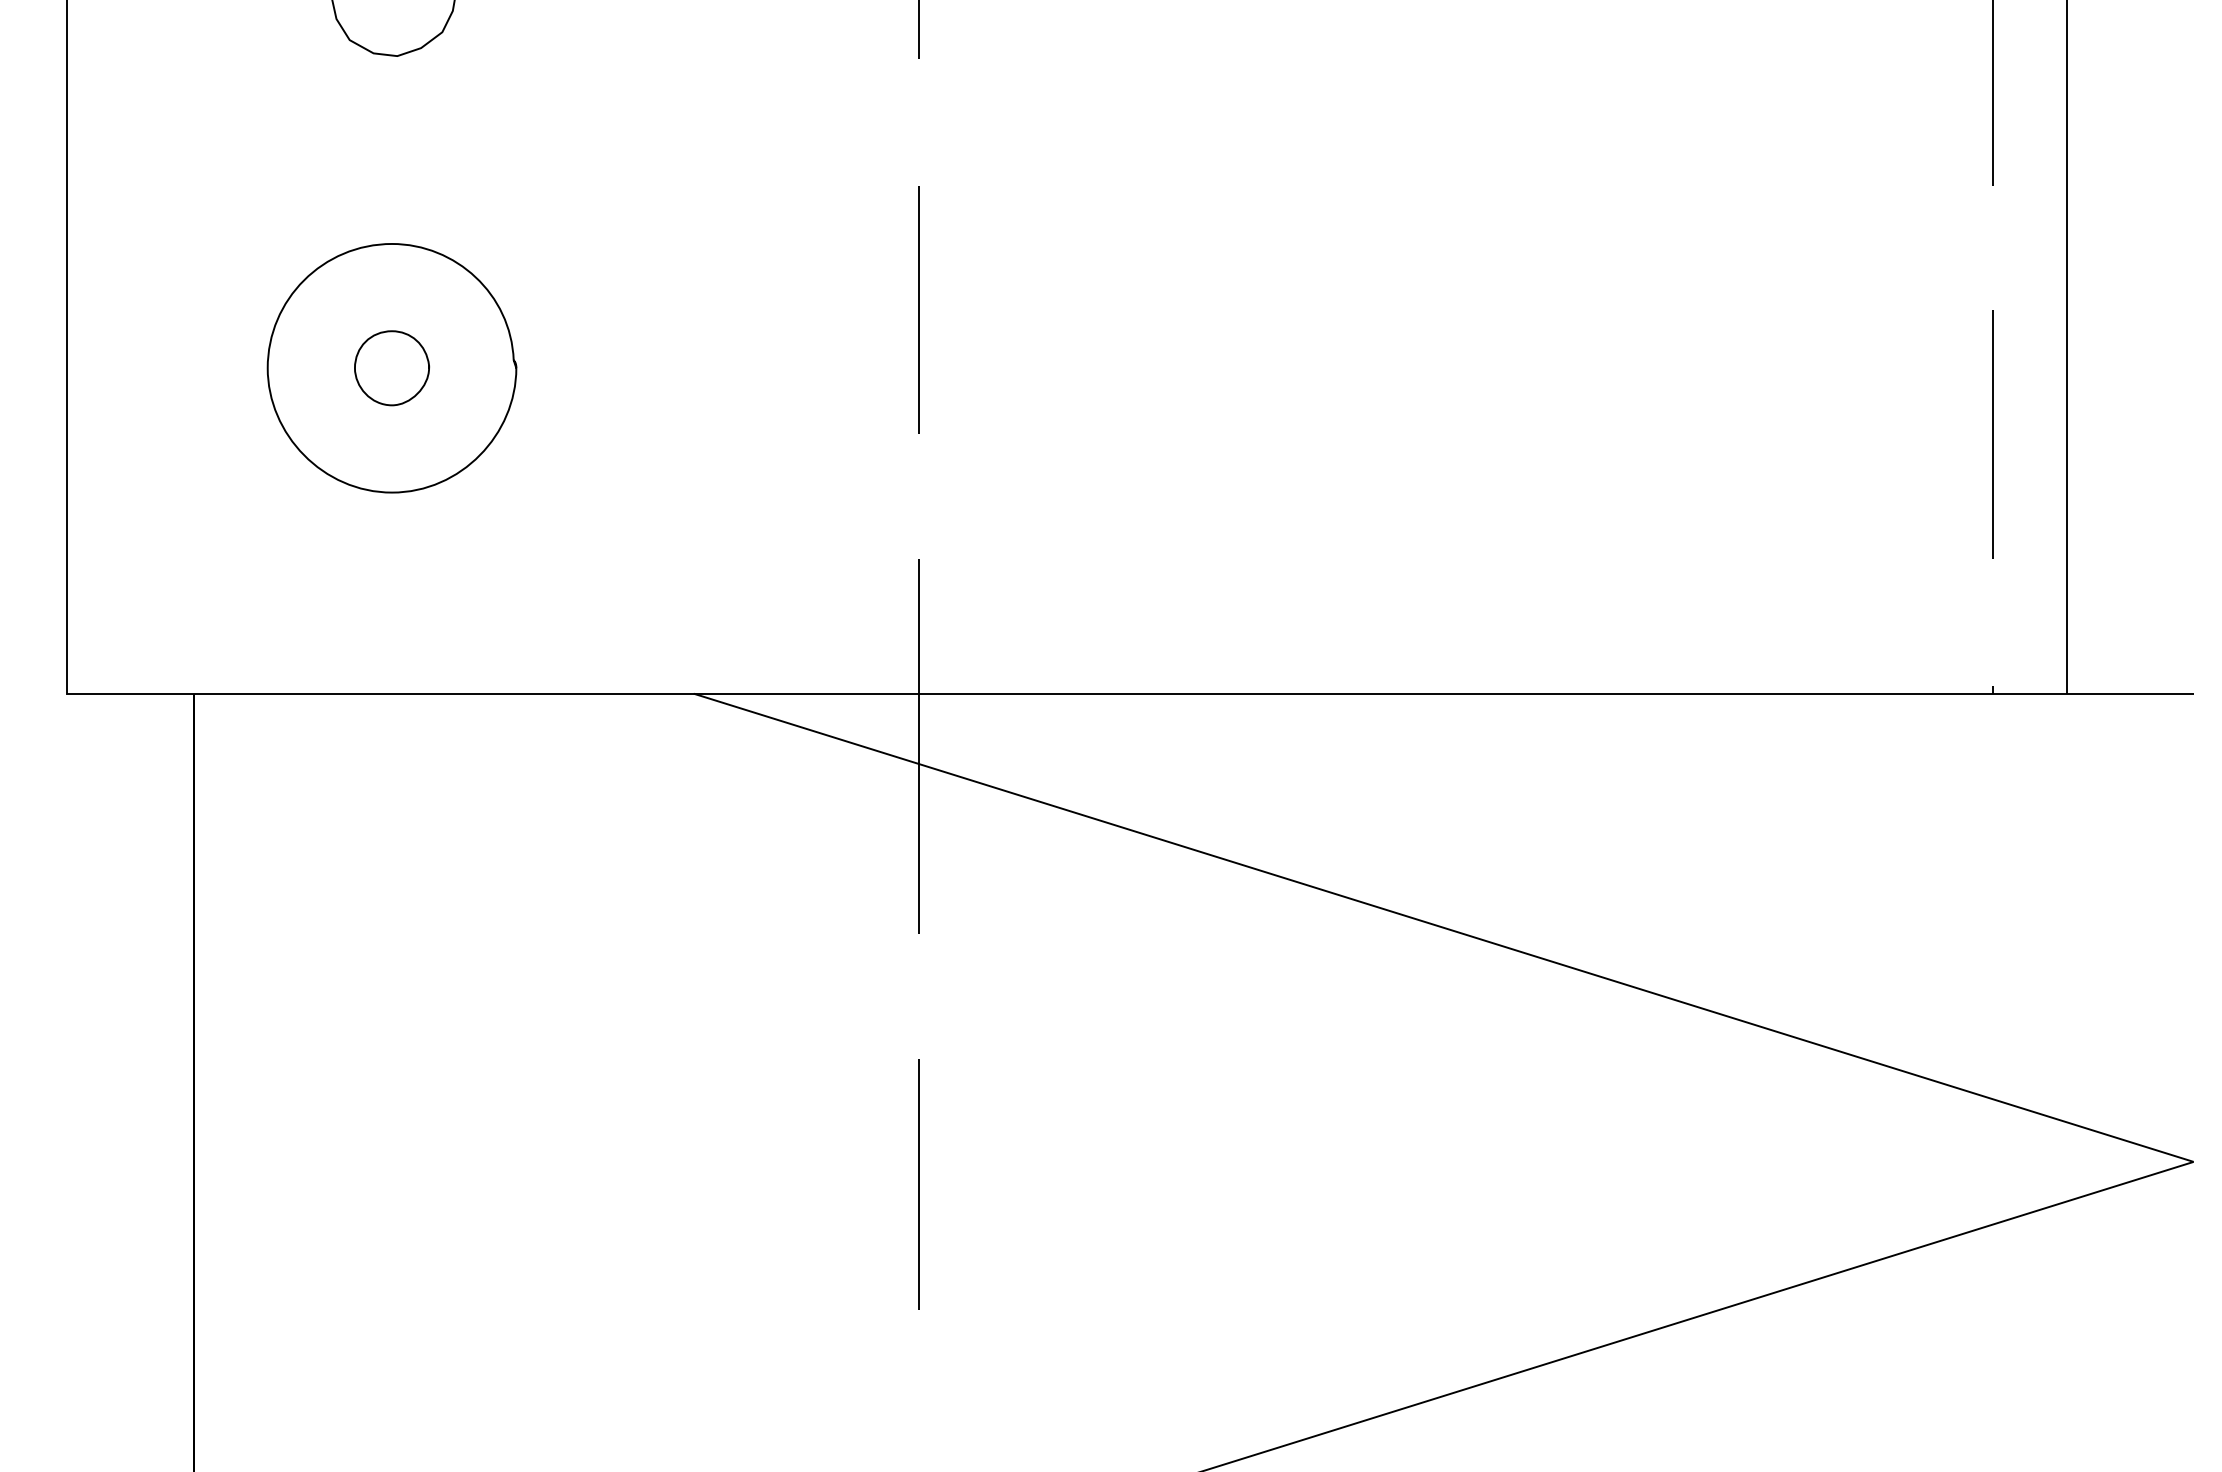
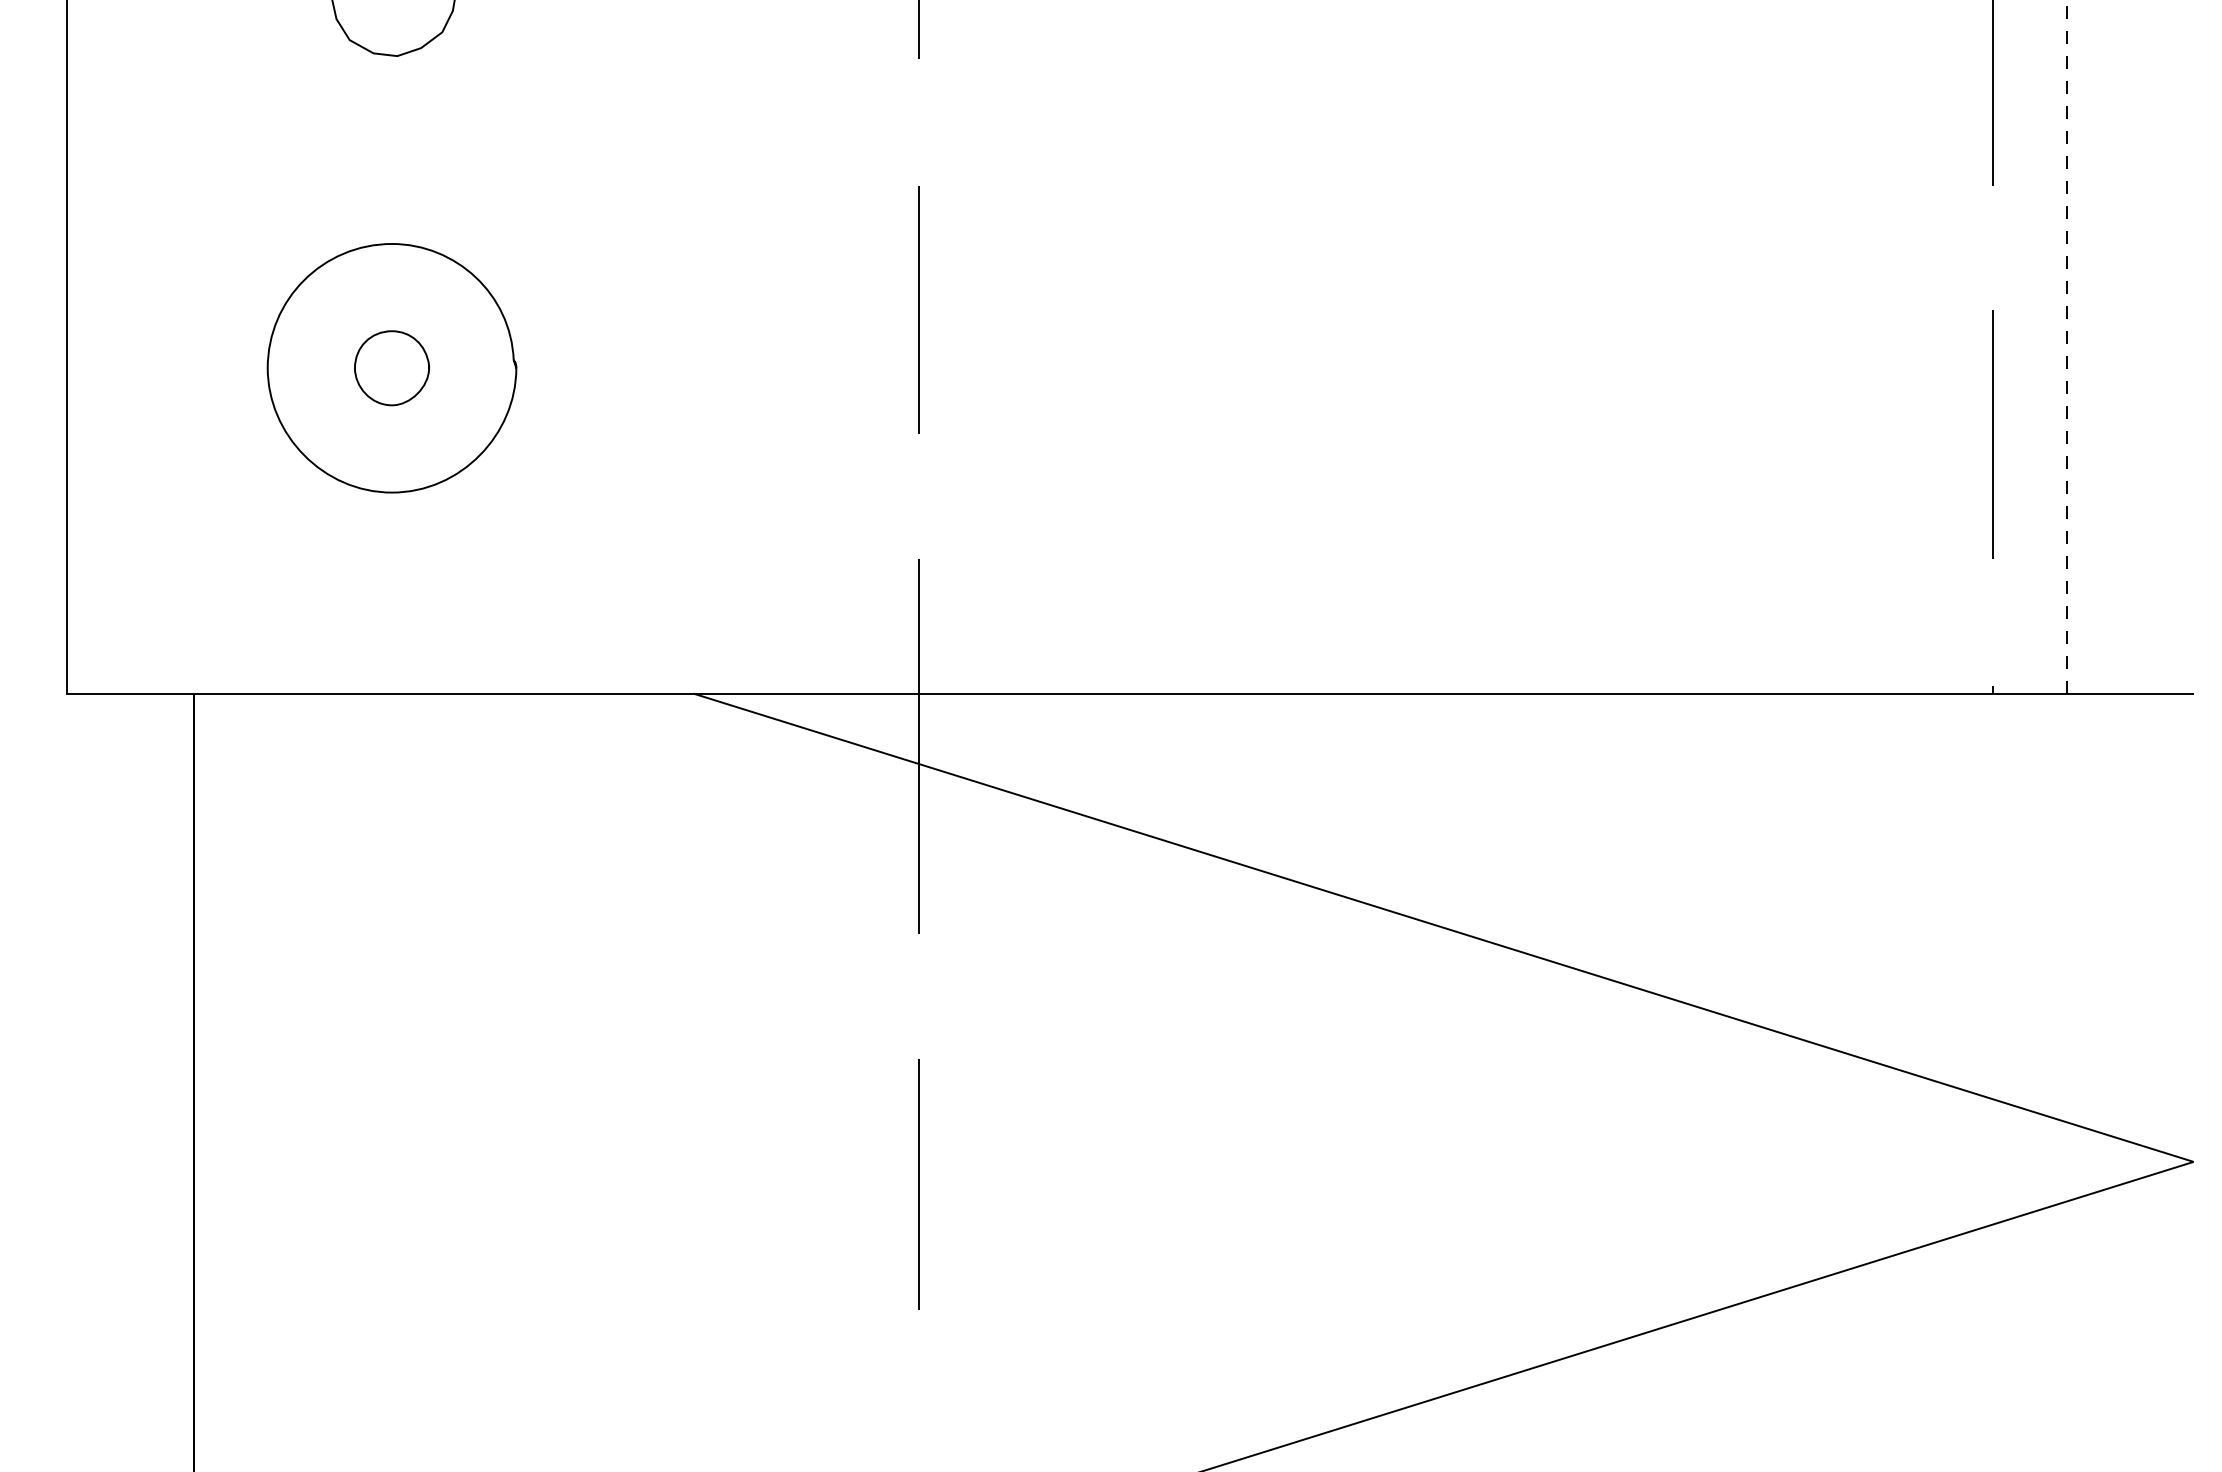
line at (2066, 346): solid -> dashed
